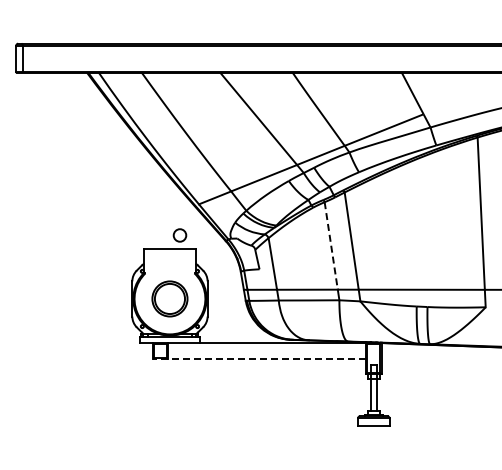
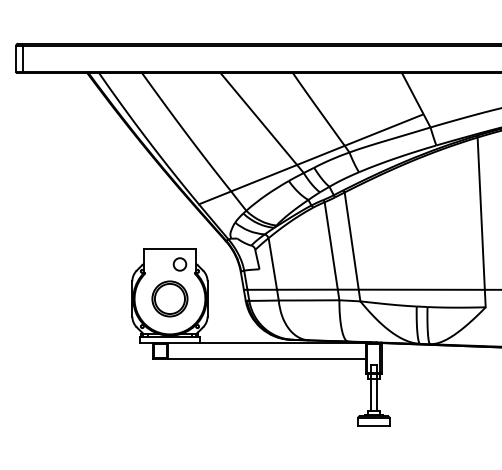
circle at (179, 235) position: (179, 235) -> (179, 264)
line at (331, 246): dashed -> solid
line at (259, 358): dashed -> solid
